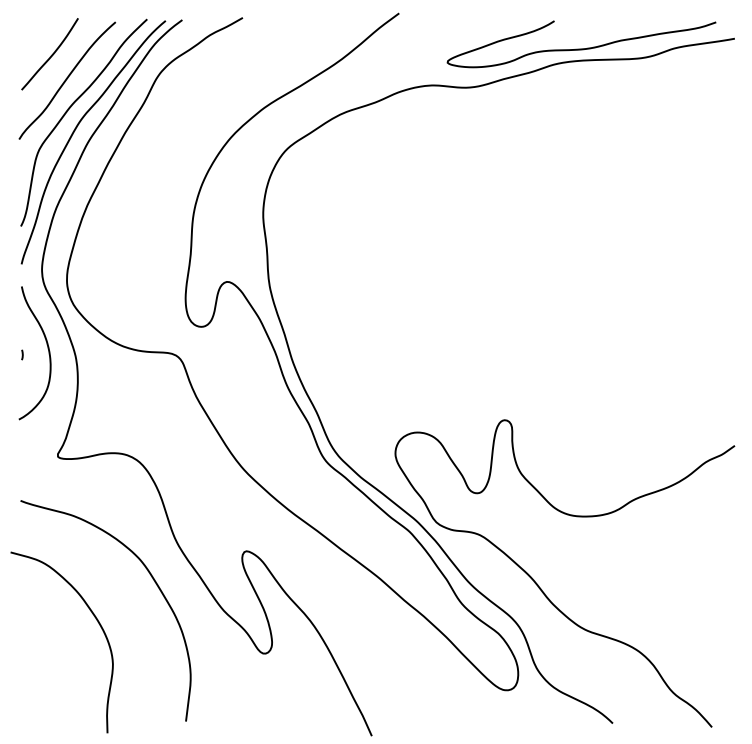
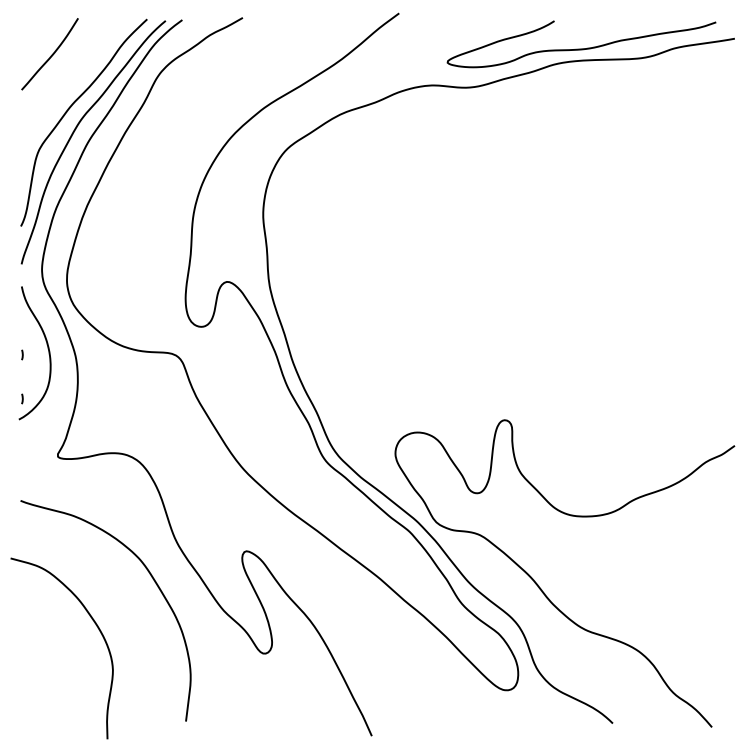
curve at (67, 79): present -> none
line at (22, 398): none -> present
curve at (97, 622) position: (97, 622) -> (97, 628)
